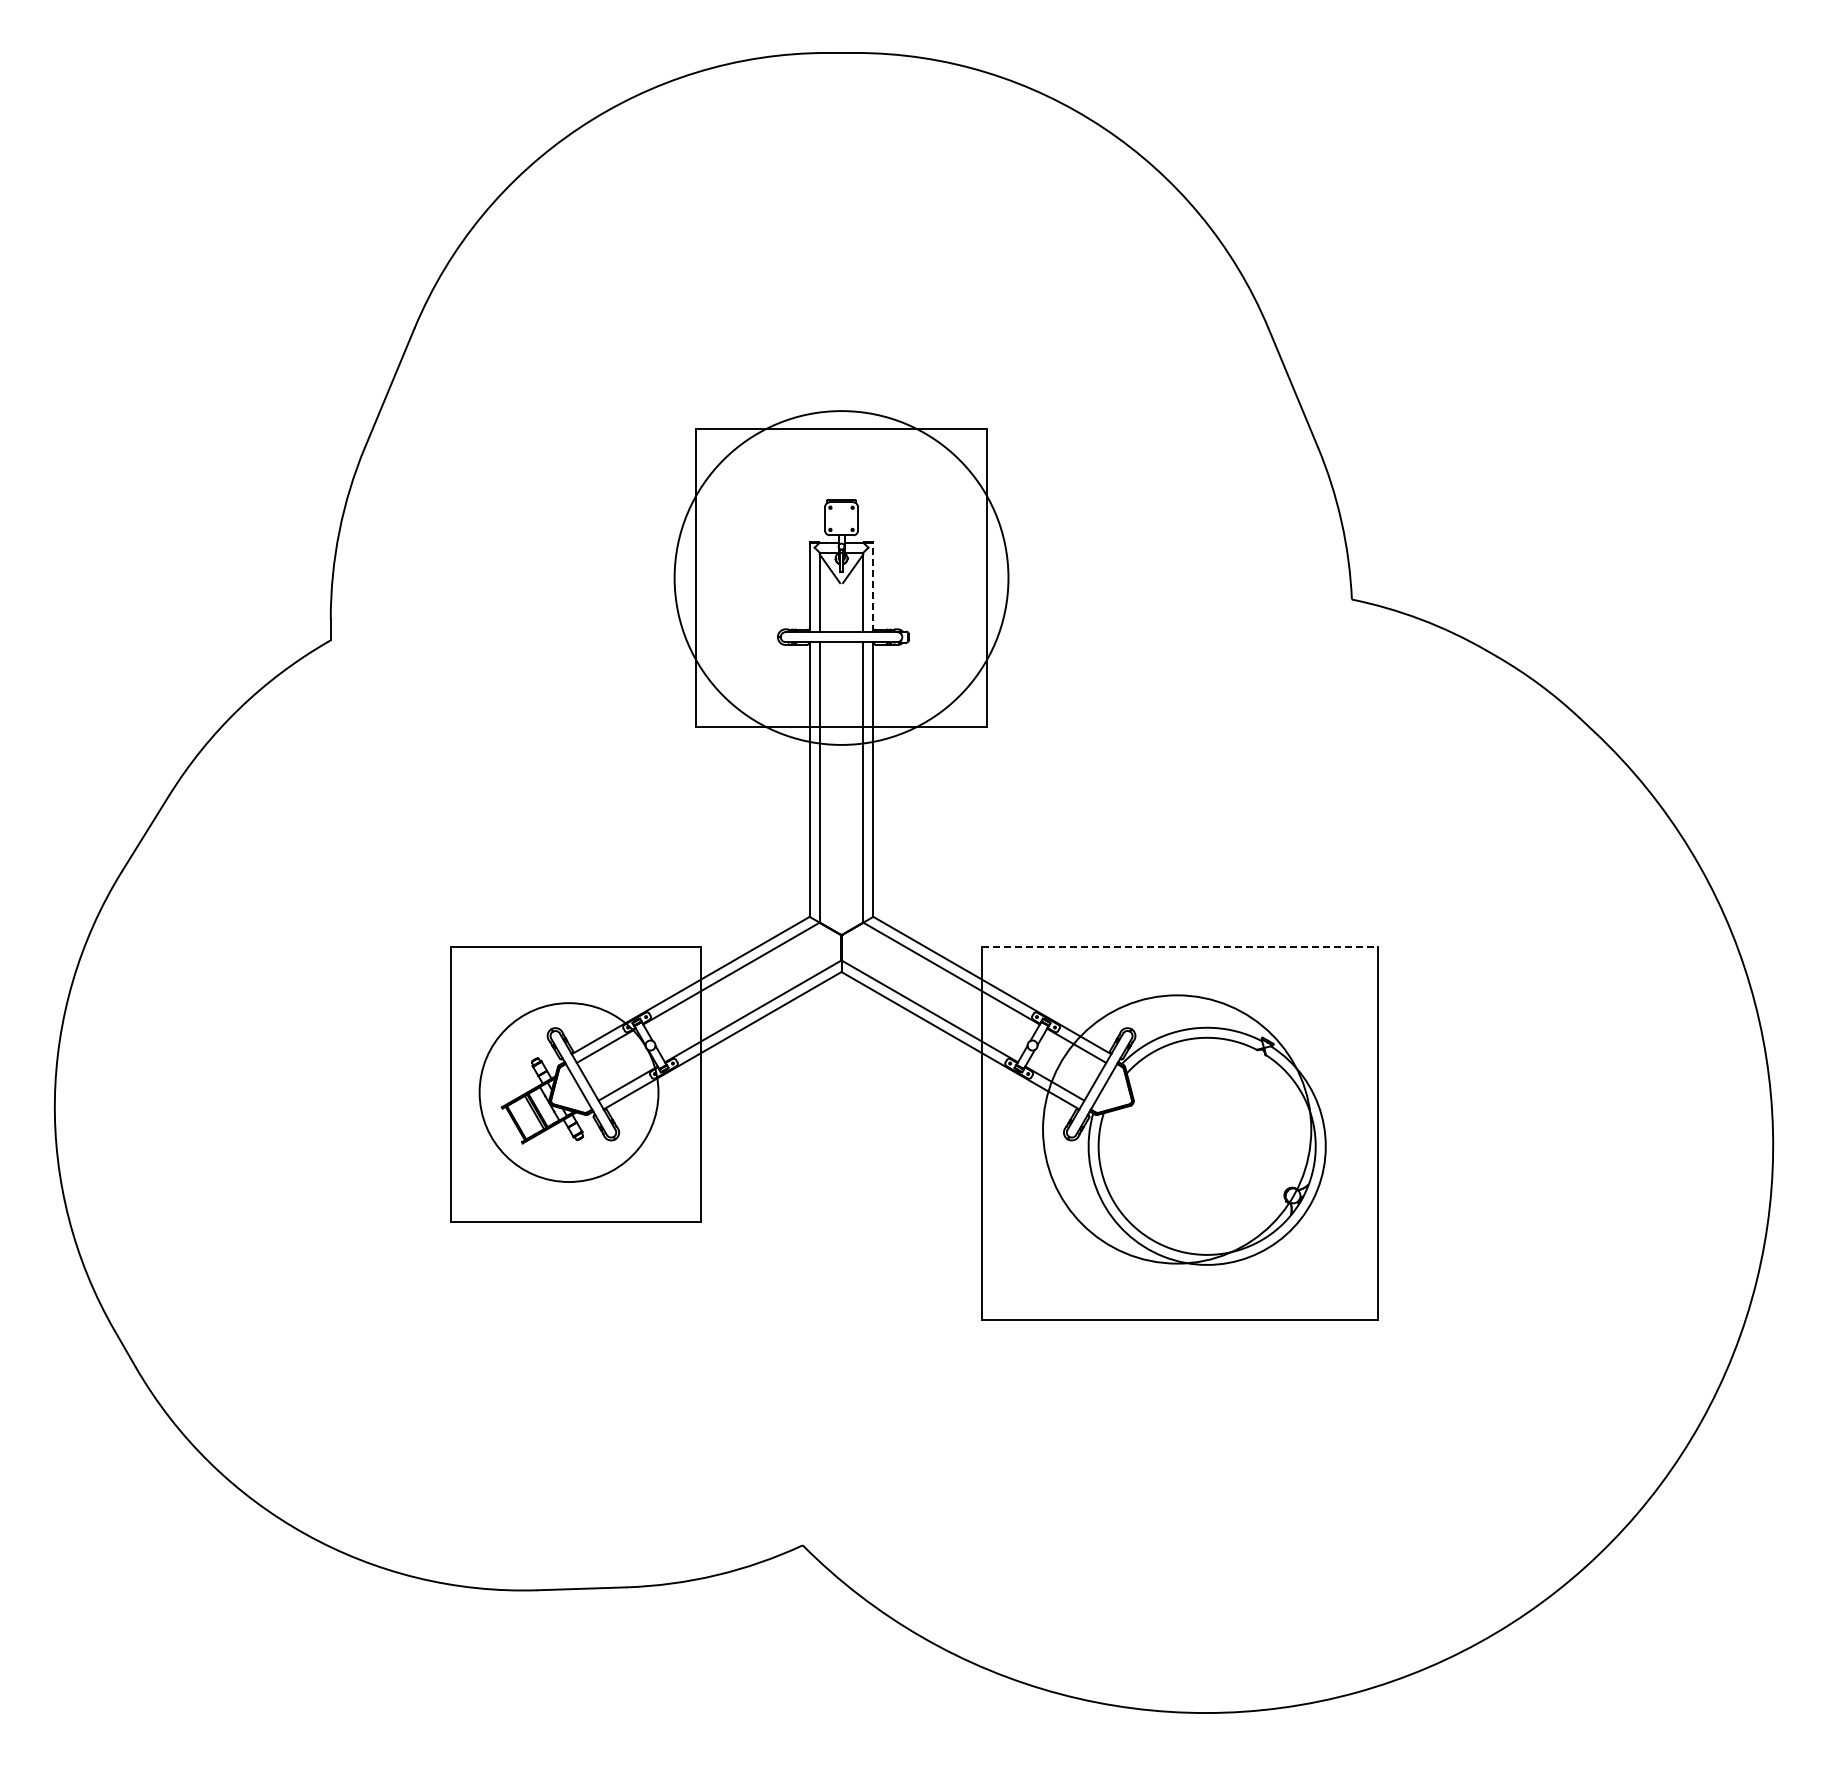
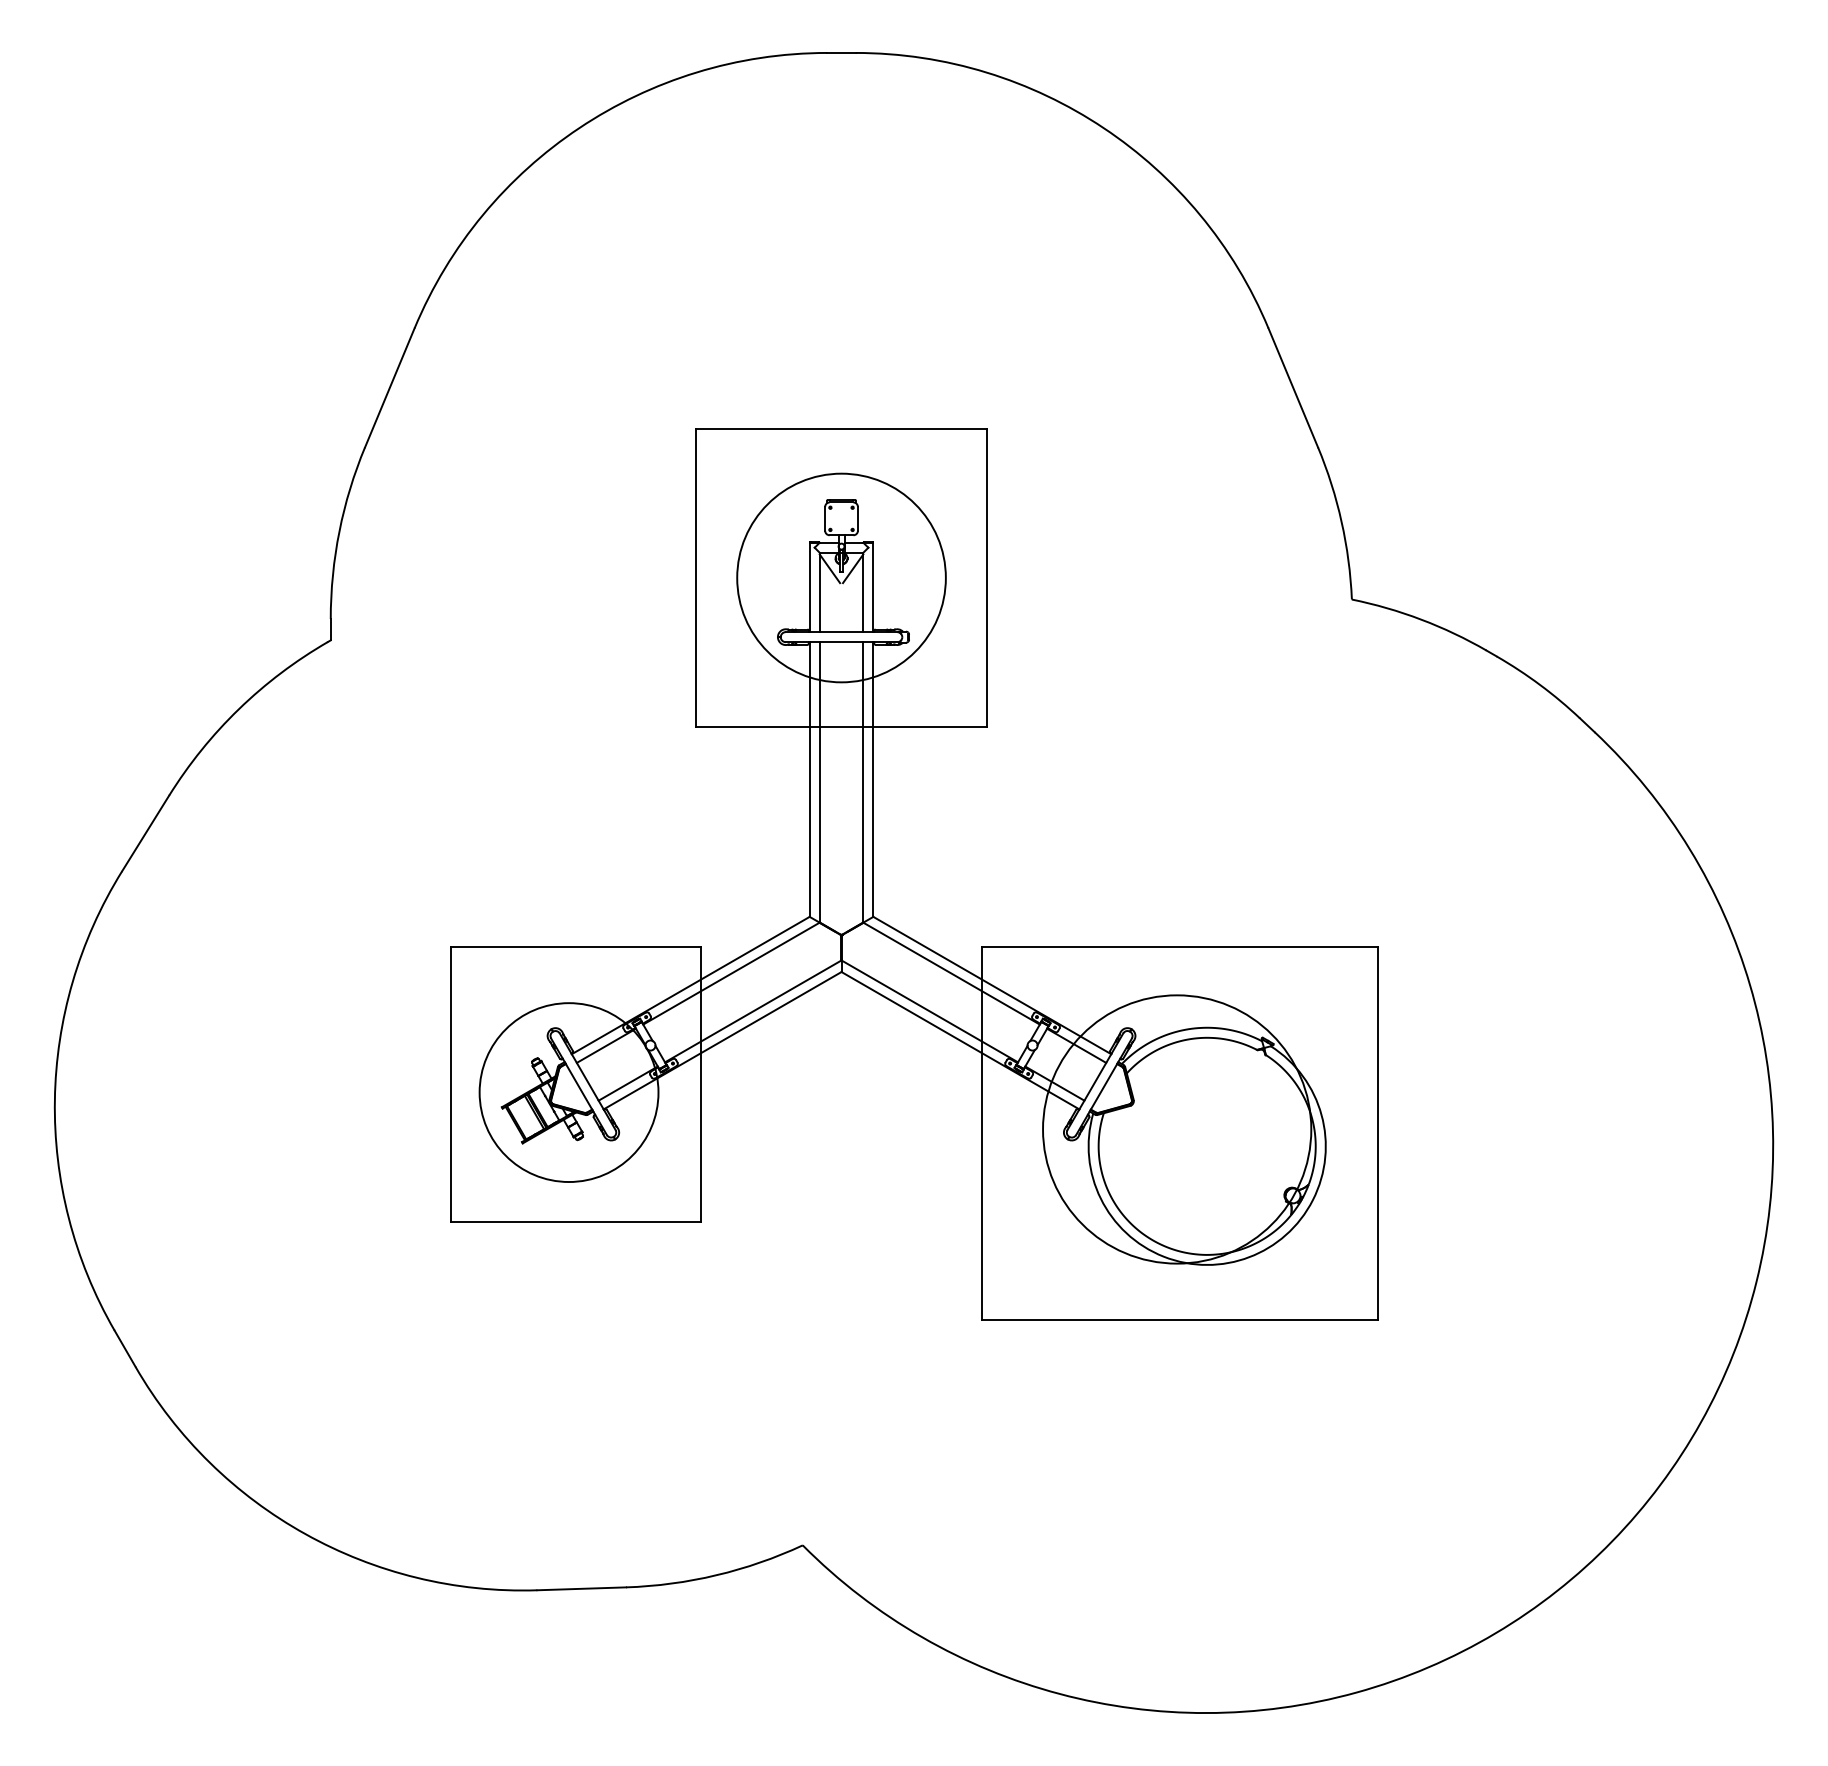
circle at (841, 577) diameter: 334 px -> 209 px
line at (873, 587): dashed -> solid
line at (1179, 946): dashed -> solid
